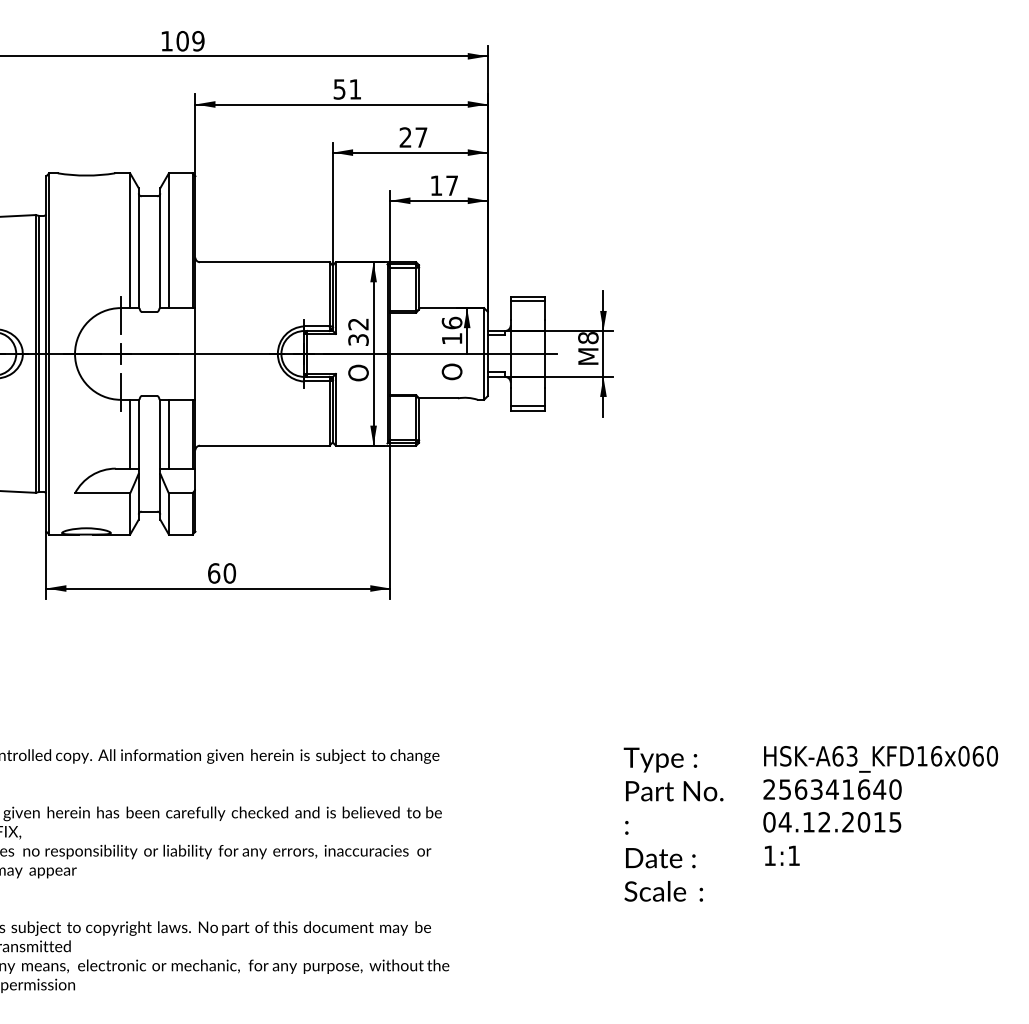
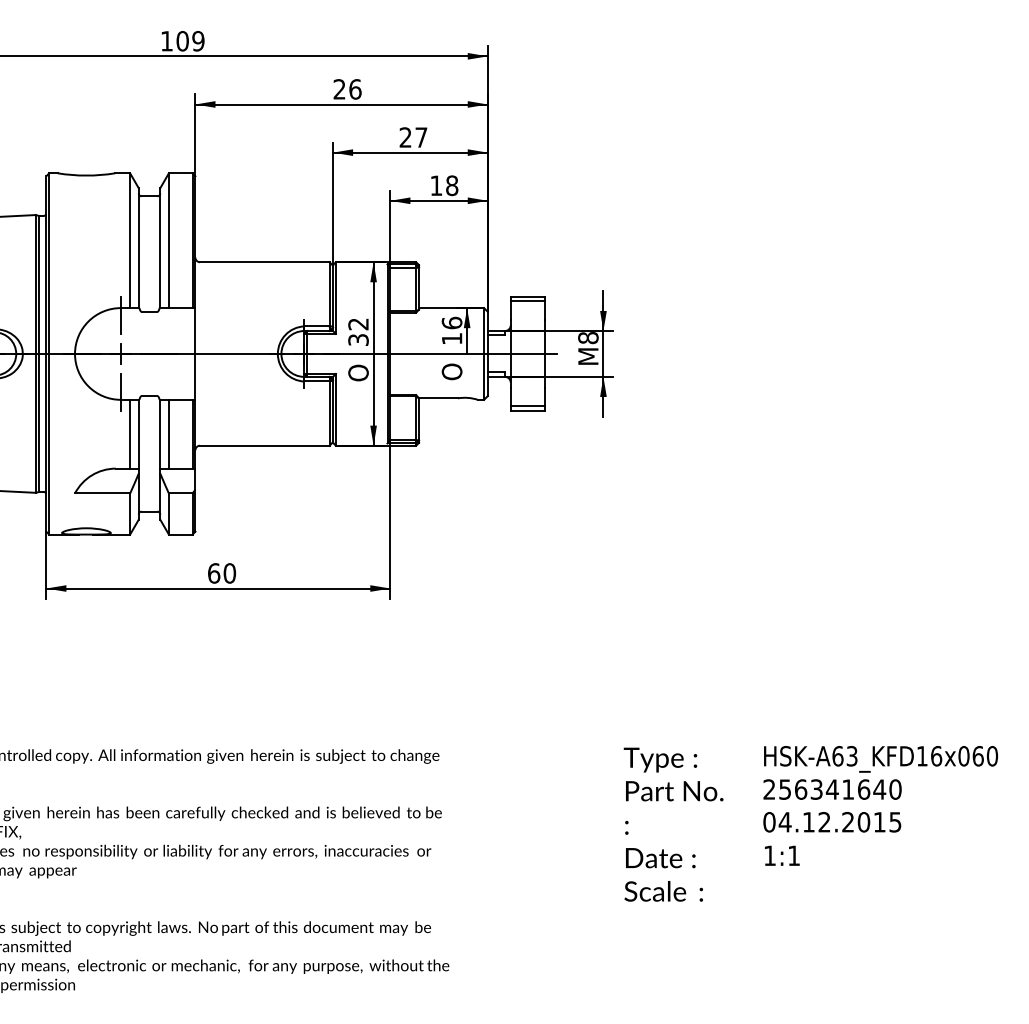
text at (347, 89): 51 -> 26
text at (452, 185): 17 -> 18
